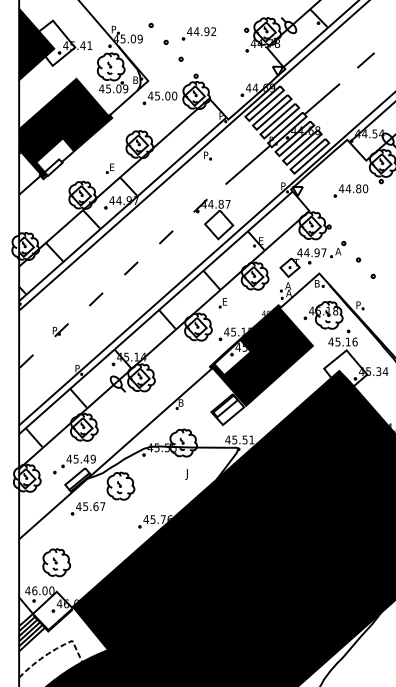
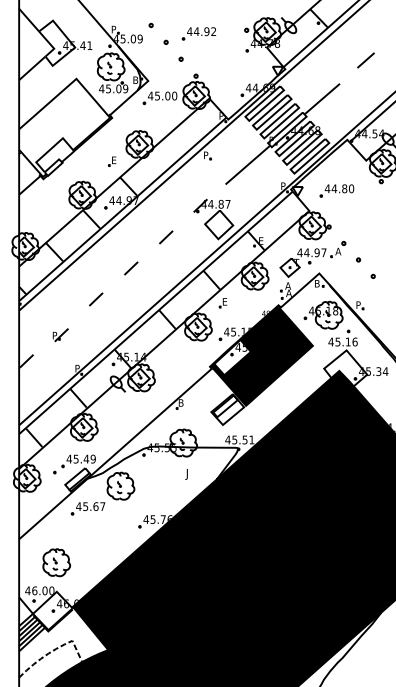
fill at (36, 44): present -> none
fill at (64, 127): present -> none
part at (109, 168) position: (109, 168) -> (111, 161)
part at (350, 190) position: (350, 190) -> (336, 190)
part at (60, 330) position: (60, 330) -> (60, 335)
